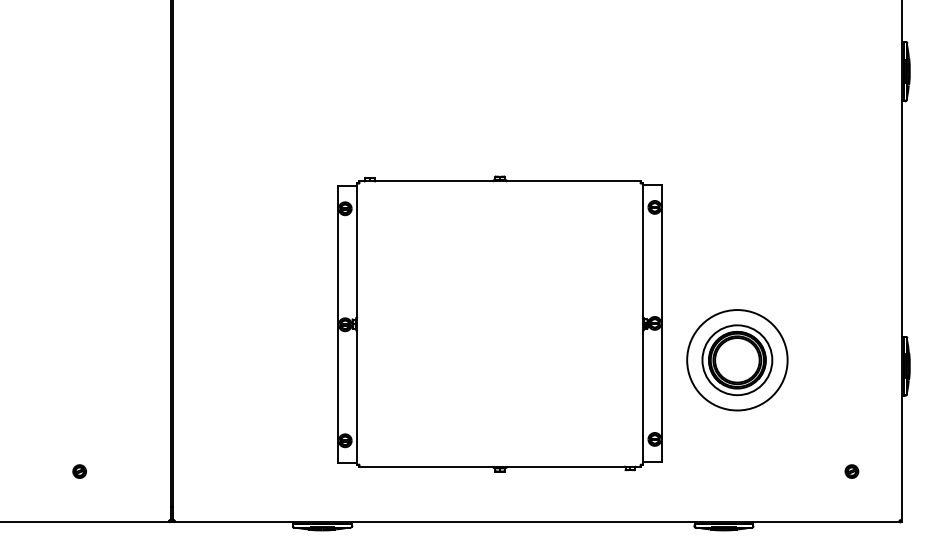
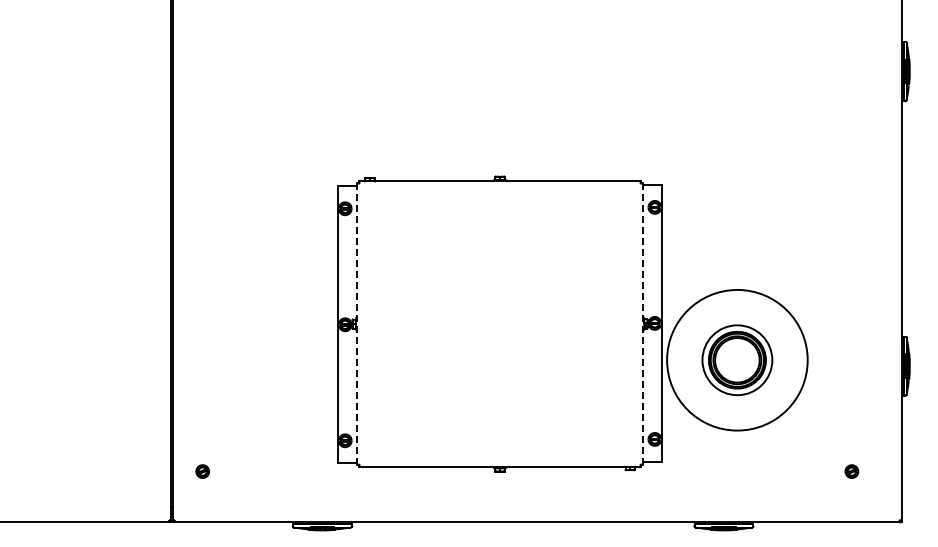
line at (357, 323): solid -> dashed
line at (642, 323): solid -> dashed
circle at (737, 360) diameter: 100 px -> 141 px
part at (79, 471) position: (79, 471) -> (202, 471)
